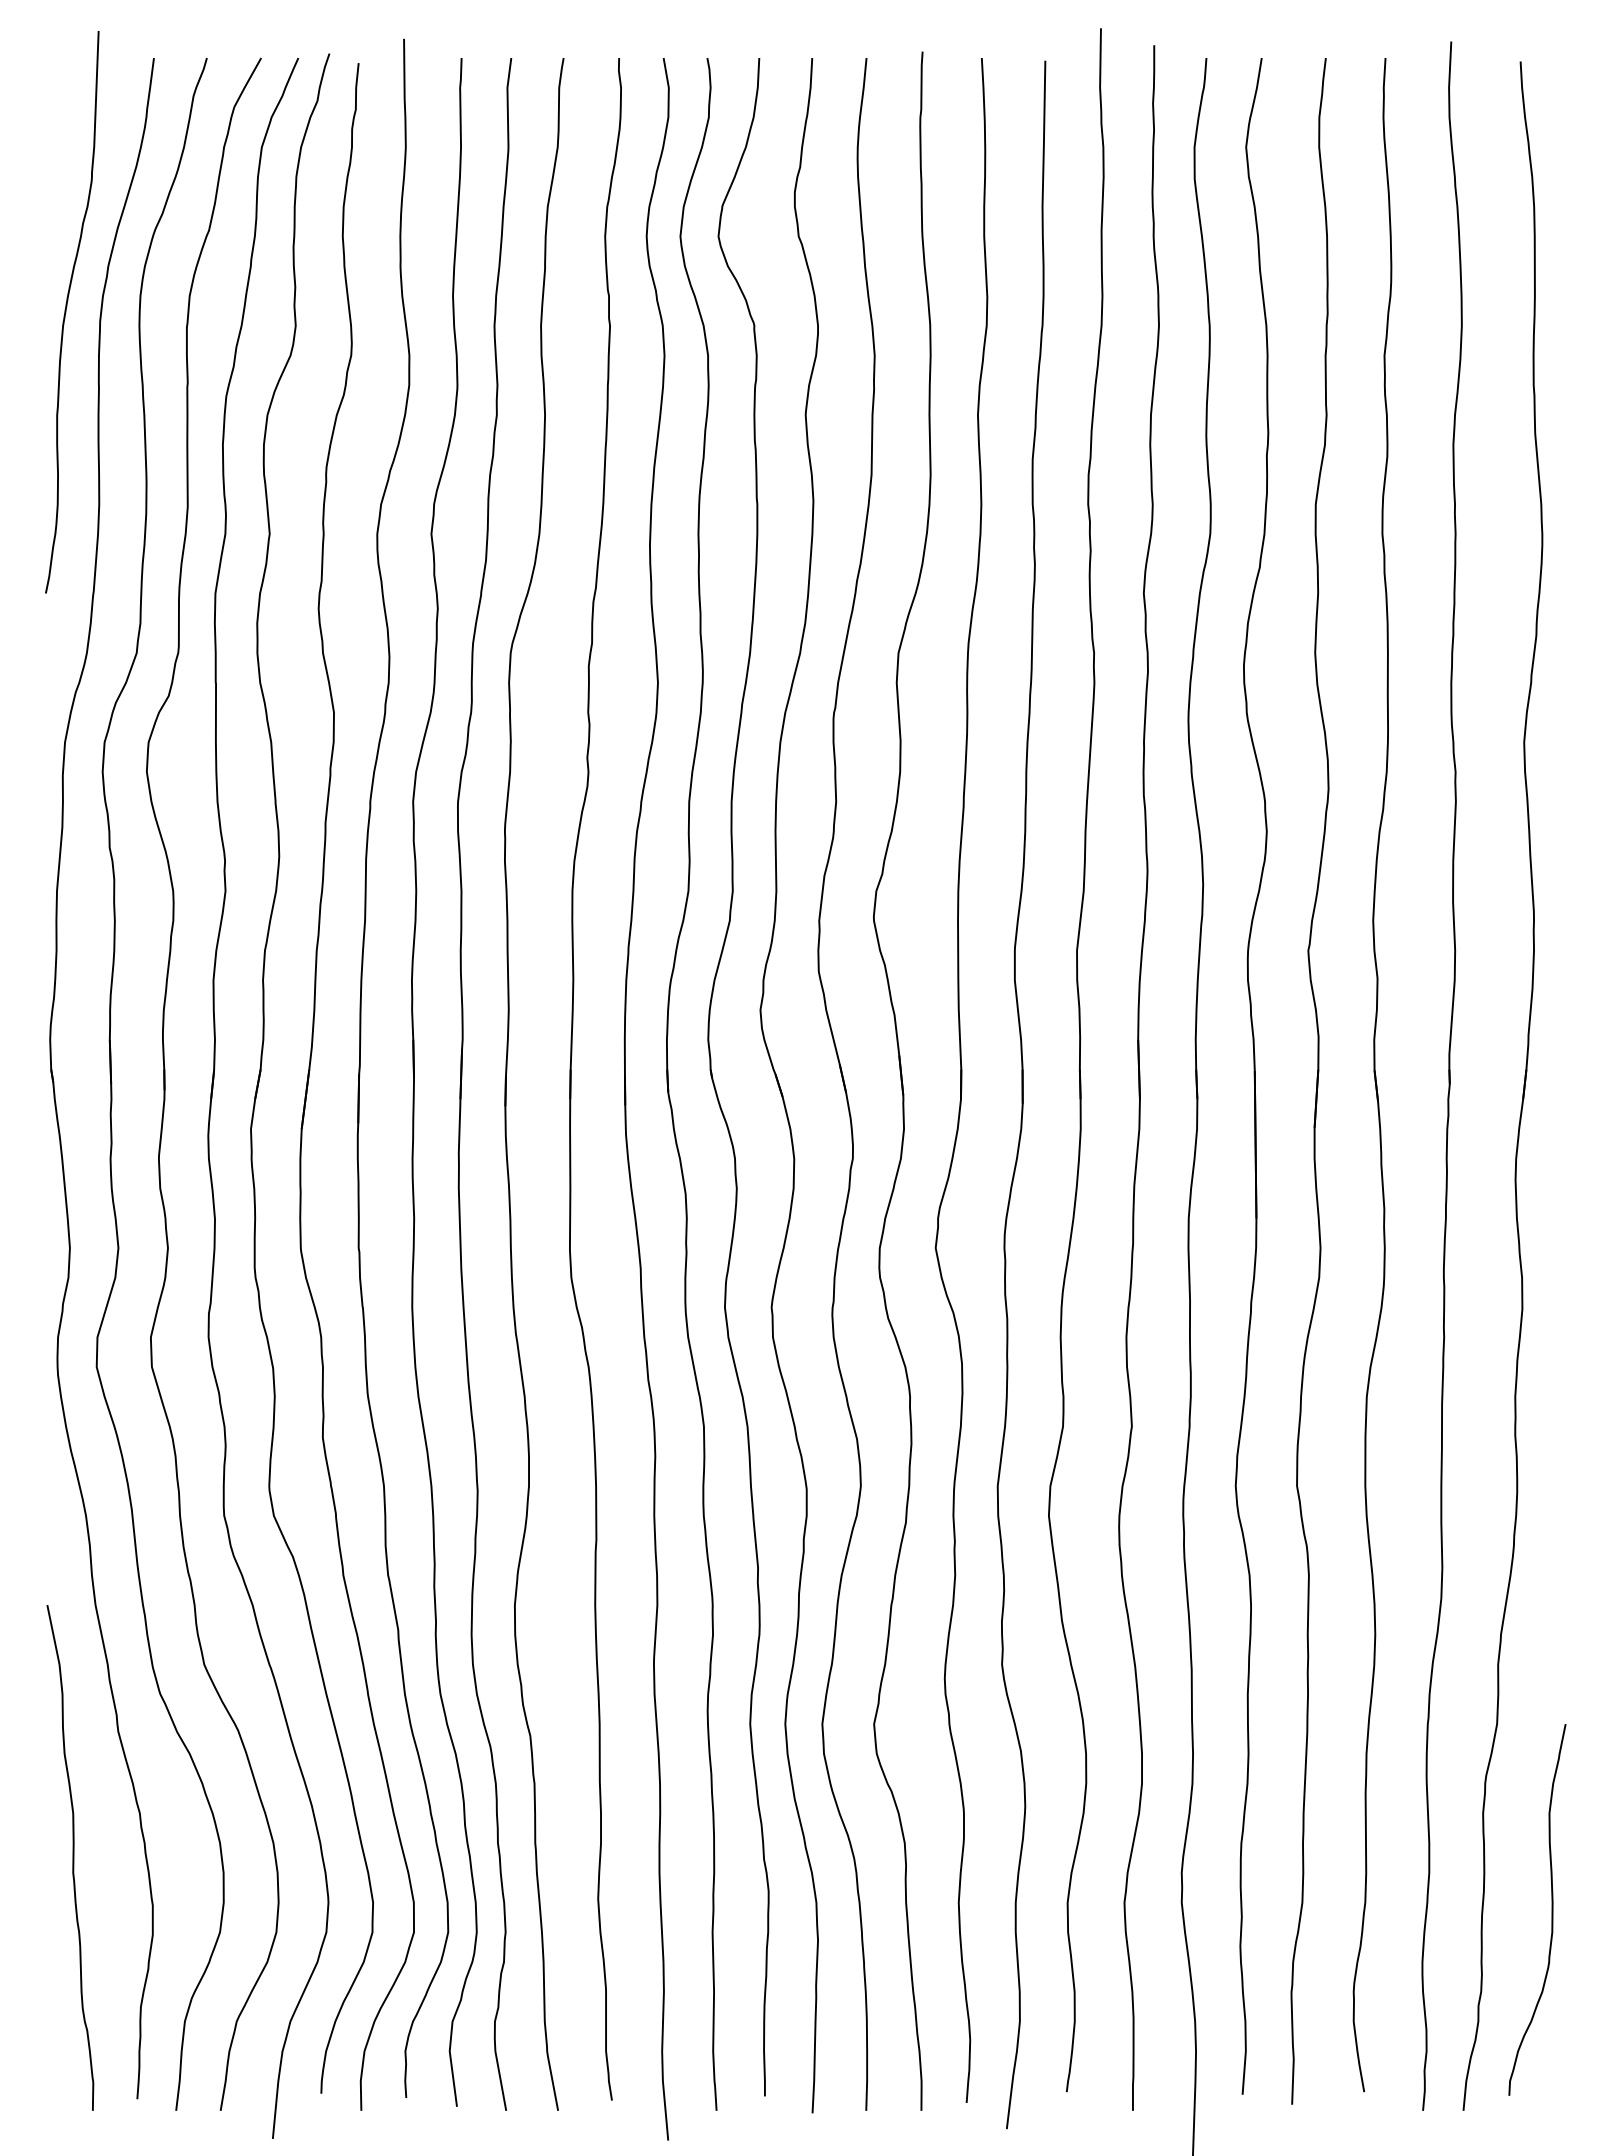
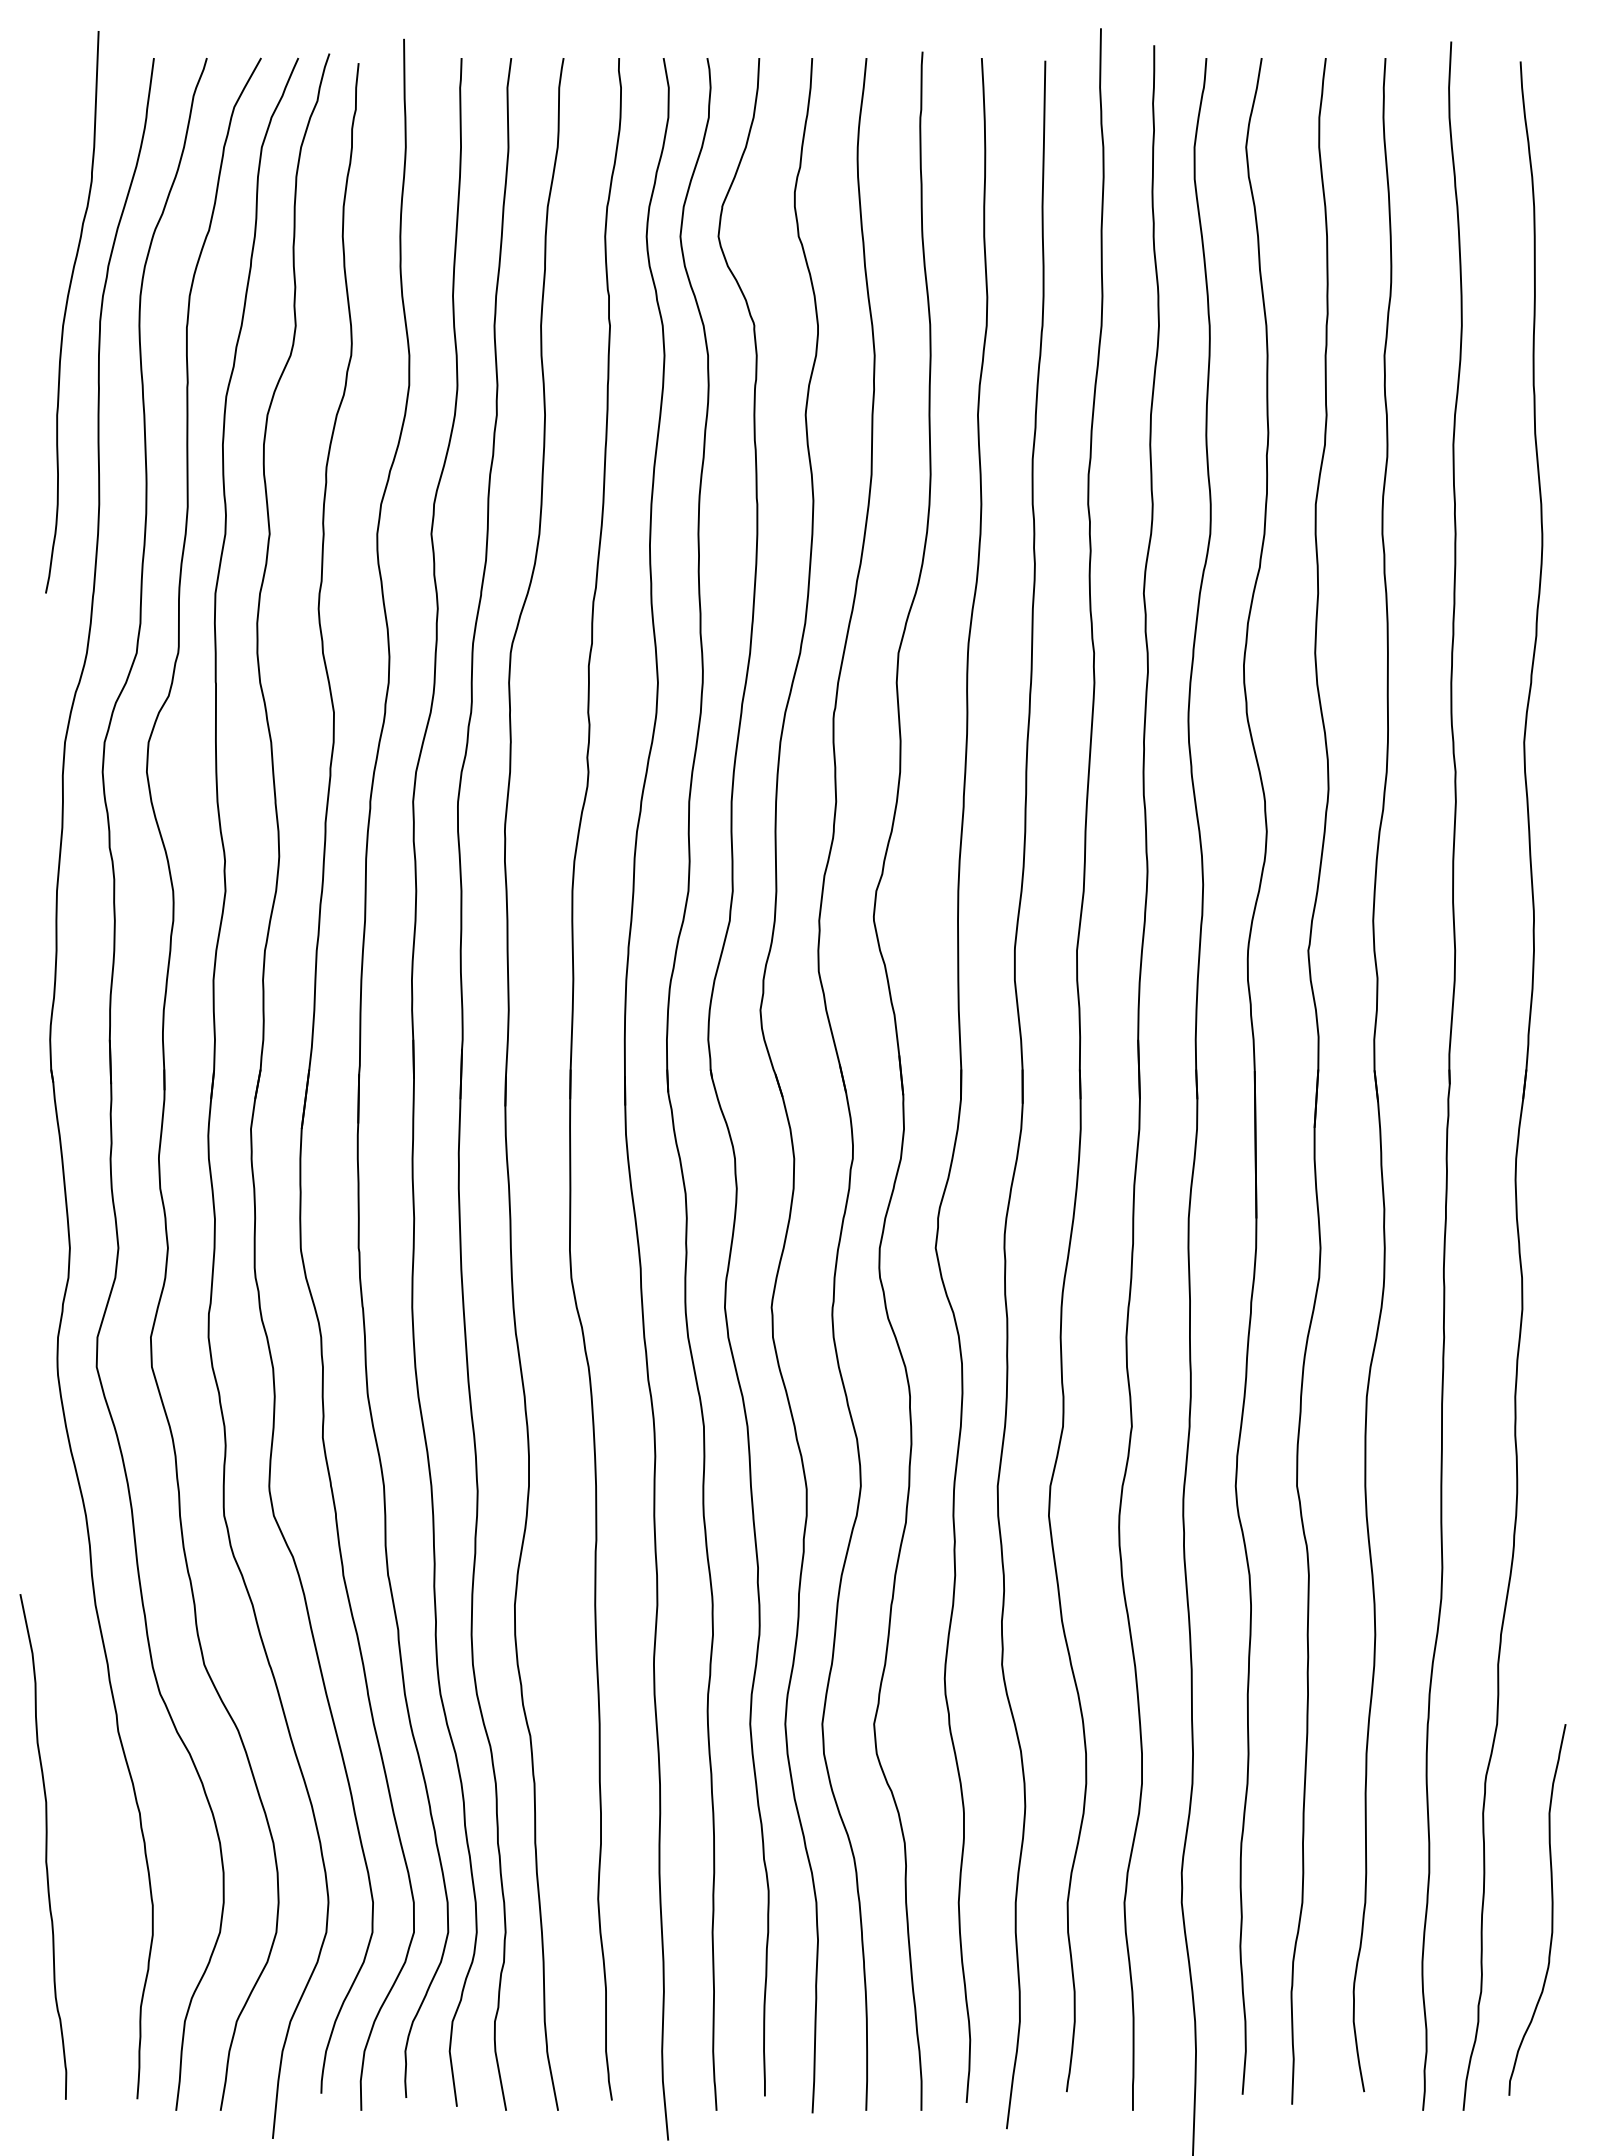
curve at (72, 1857) position: (72, 1857) -> (45, 1846)
